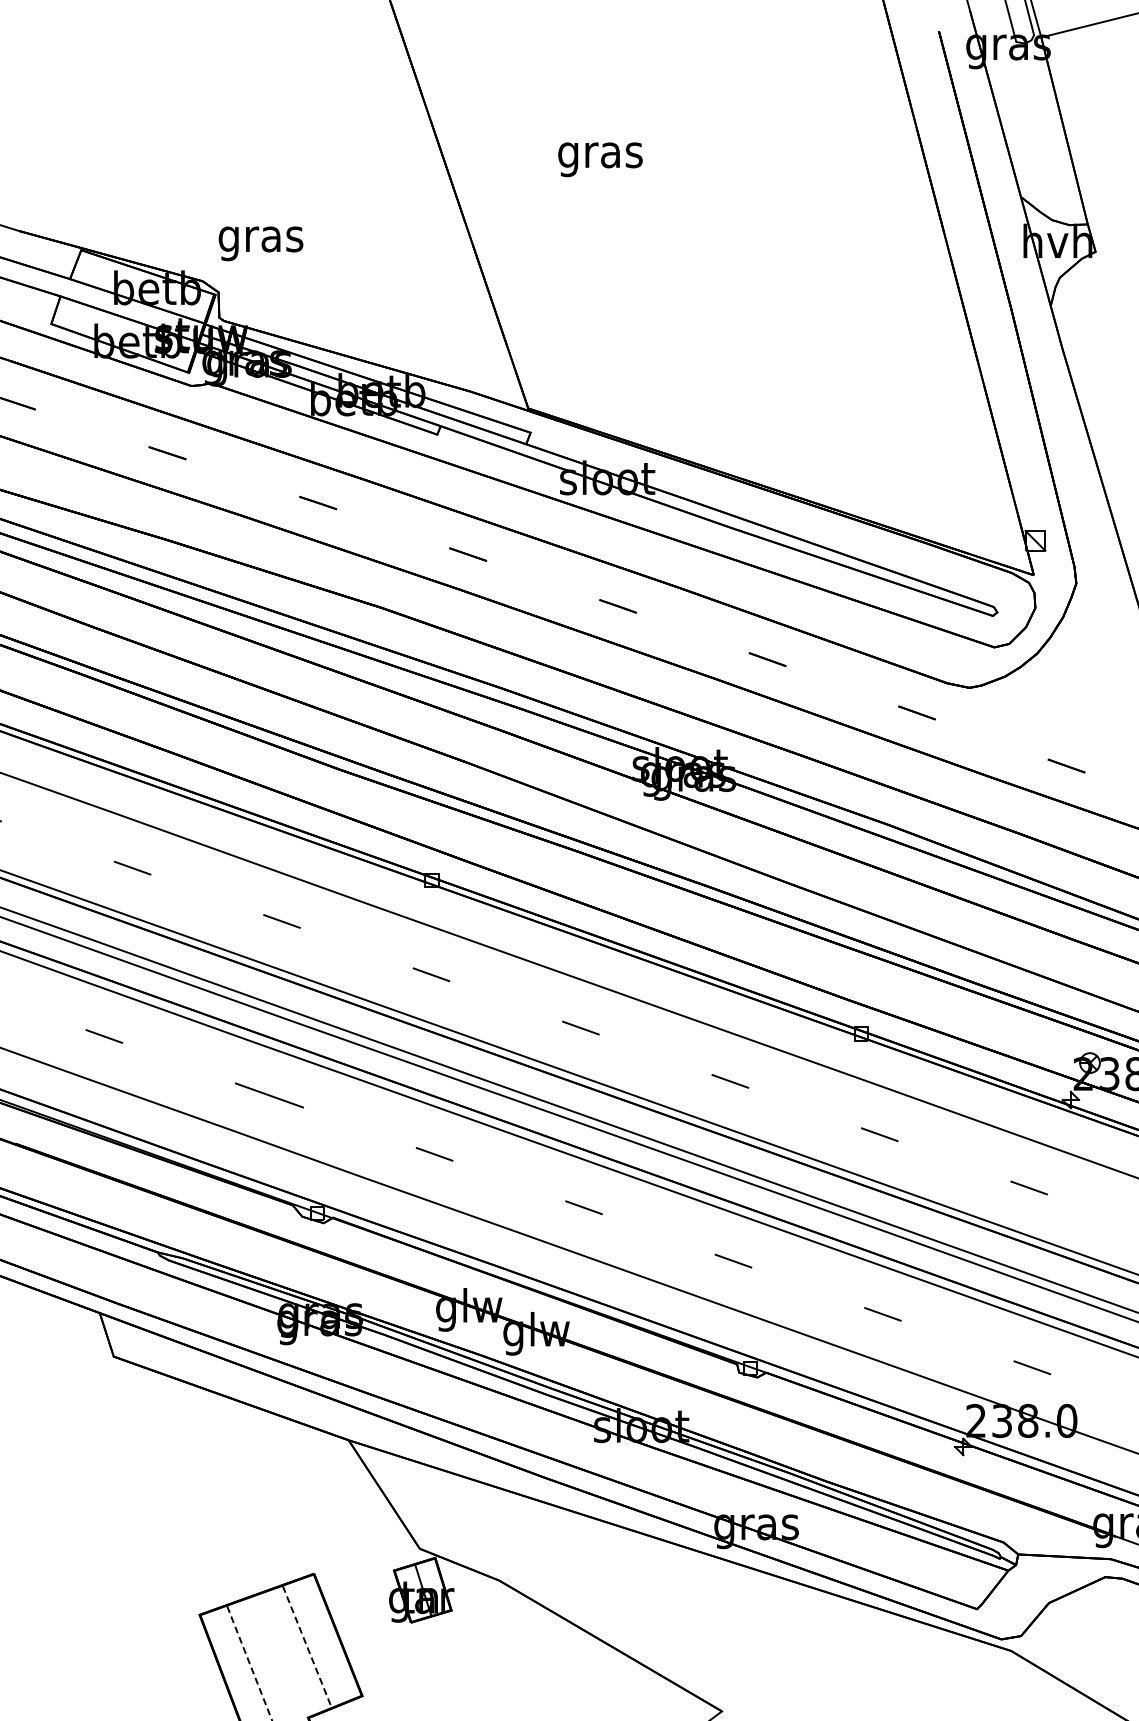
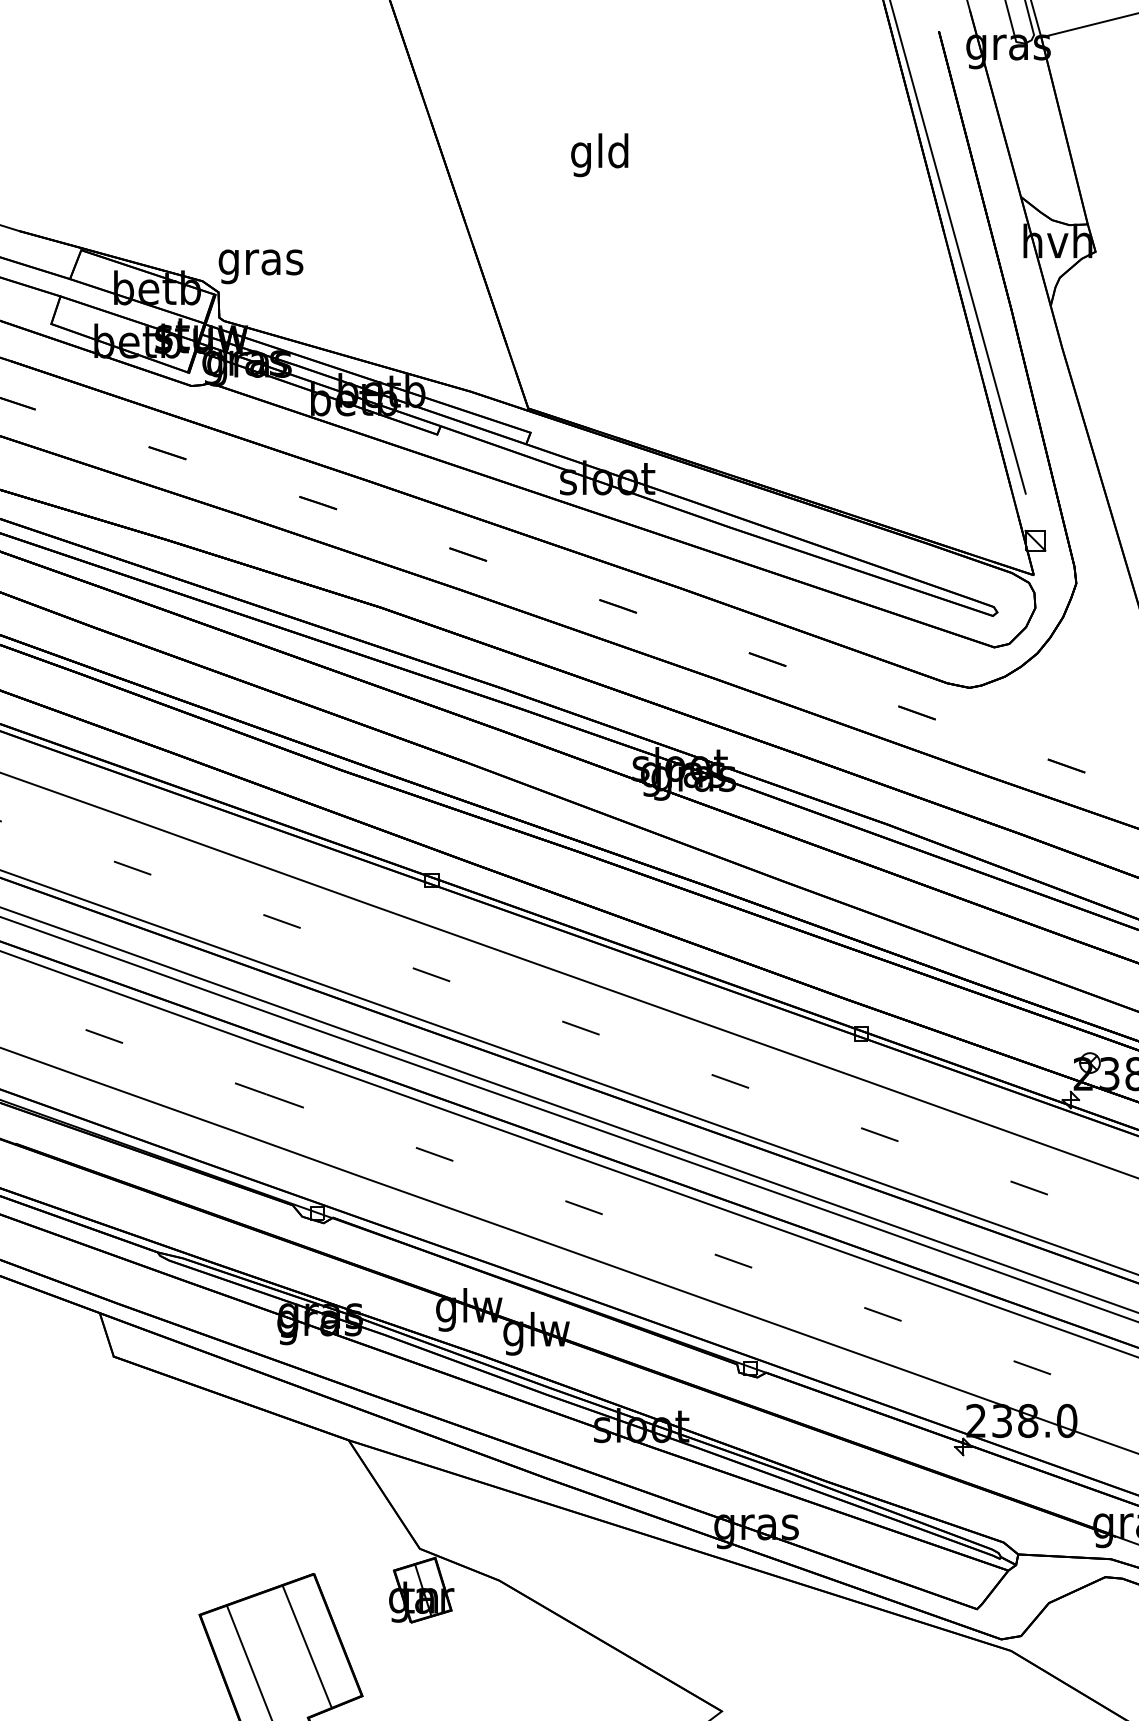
text at (600, 155): gras -> gld
text at (260, 243) position: (260, 243) -> (260, 266)
line at (957, 247): none -> present
line at (307, 1647): dashed -> solid
line at (249, 1663): dashed -> solid
